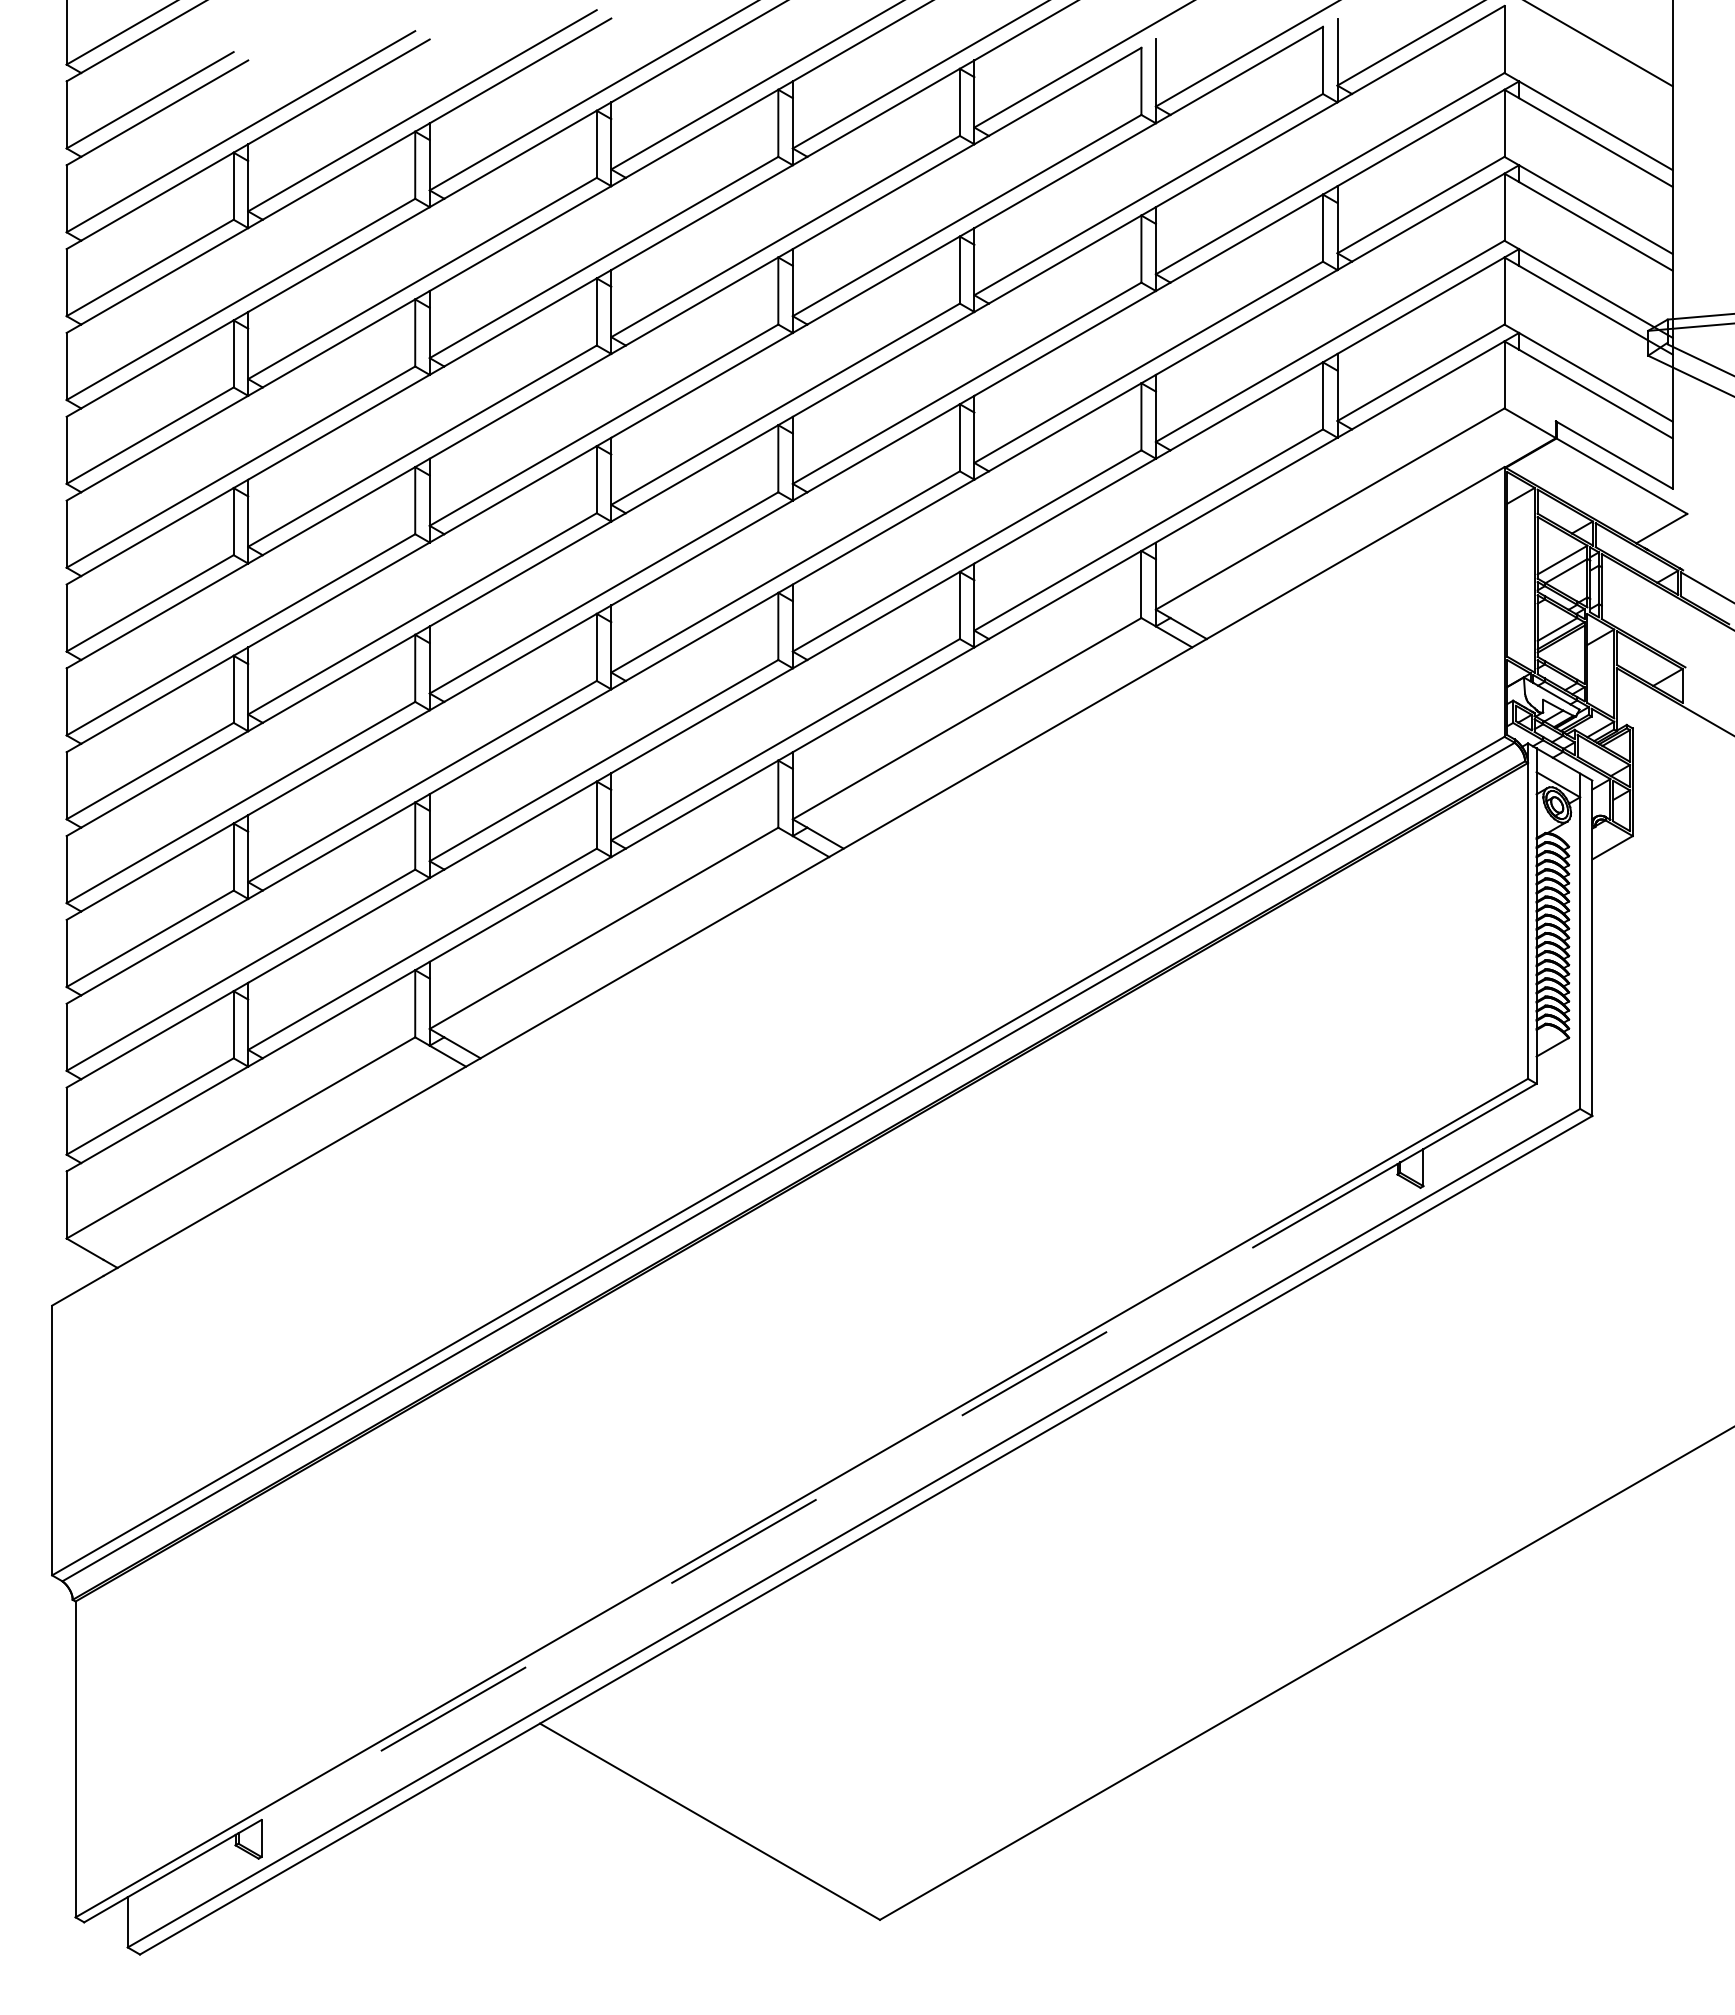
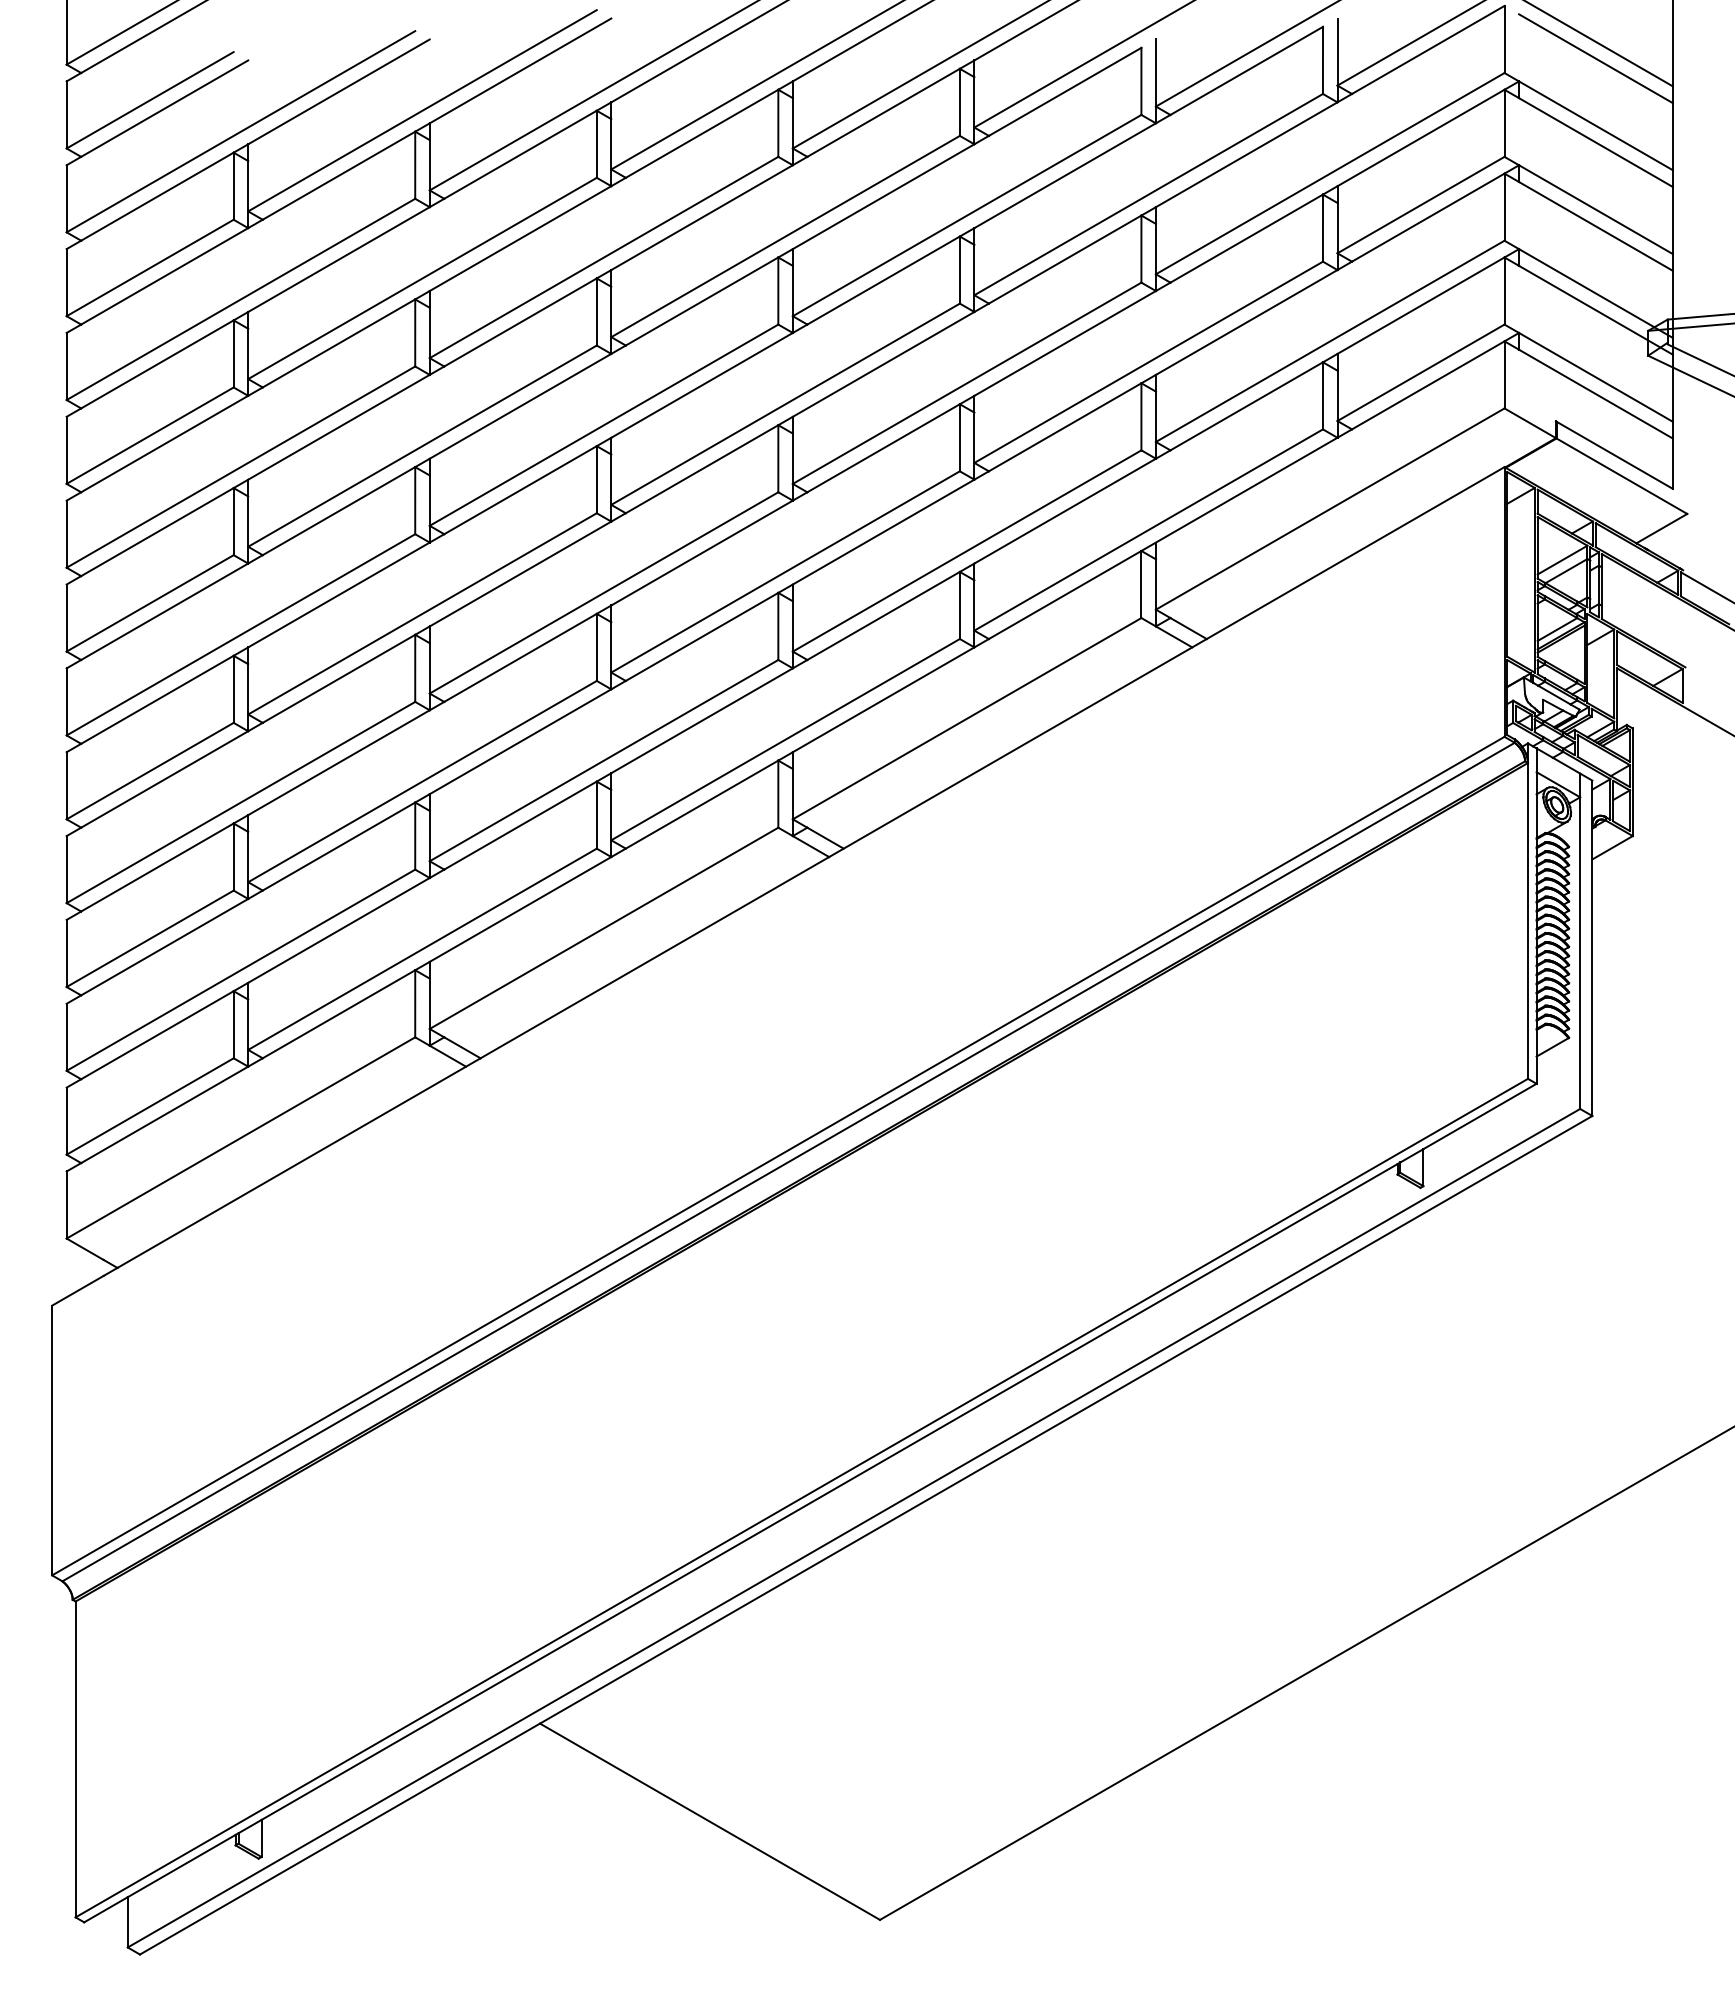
line at (1595, 58): none -> present
line at (829, 1492): dashed -> solid
